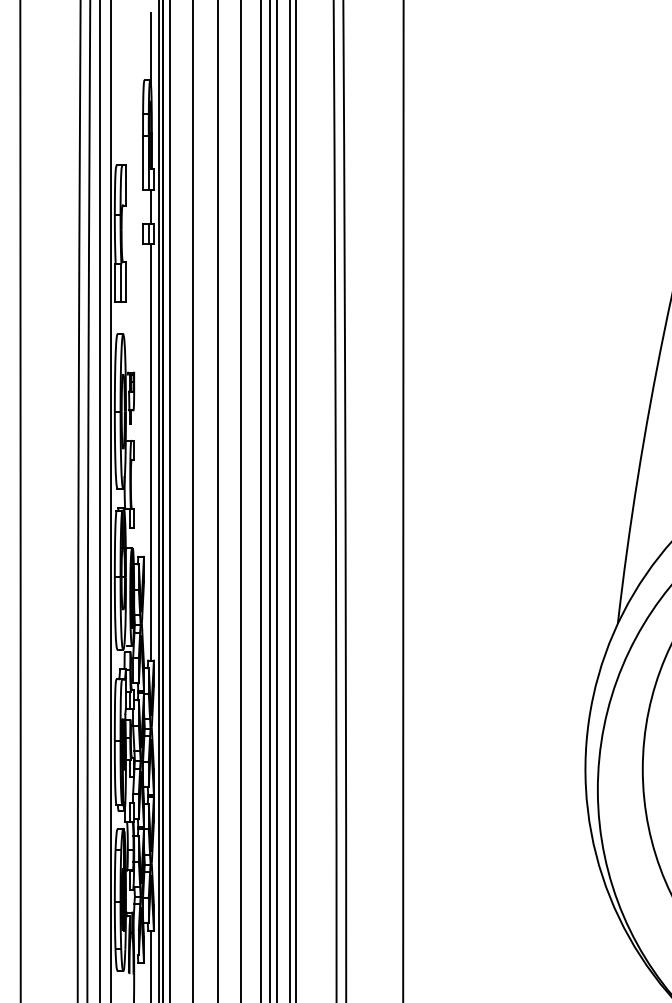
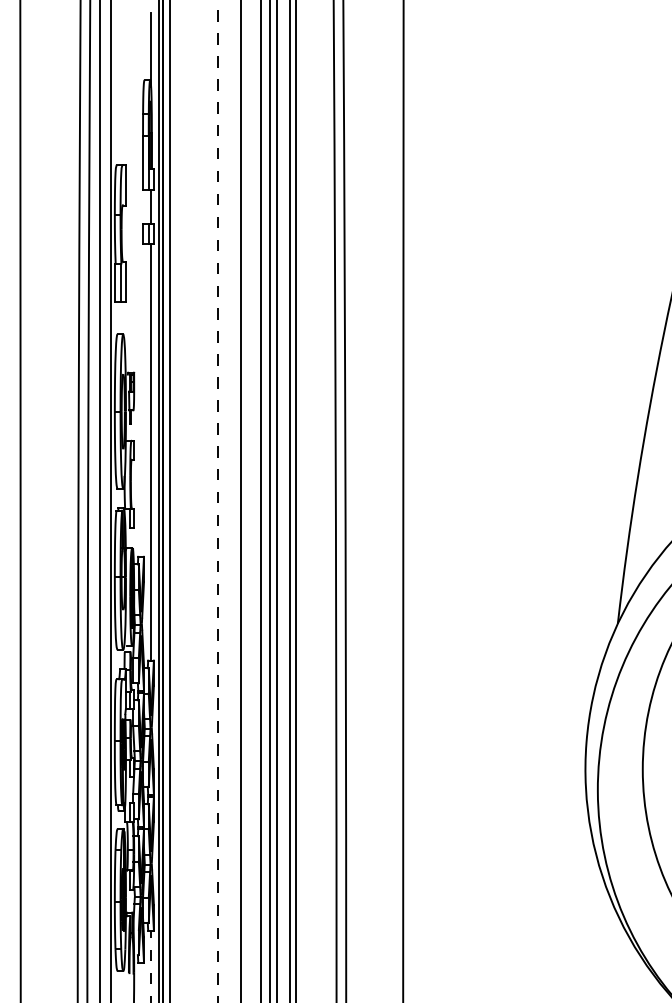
line at (193, 500): present -> none
line at (218, 501): solid -> dashed
line at (151, 966): solid -> dashed
